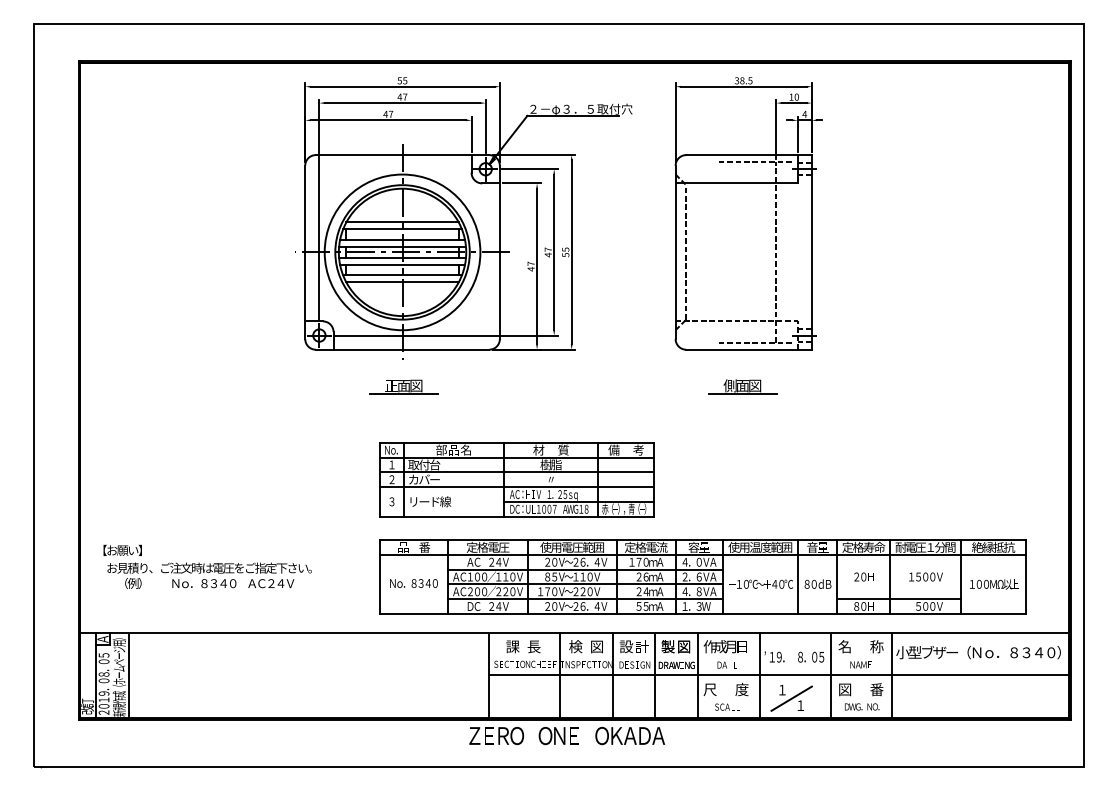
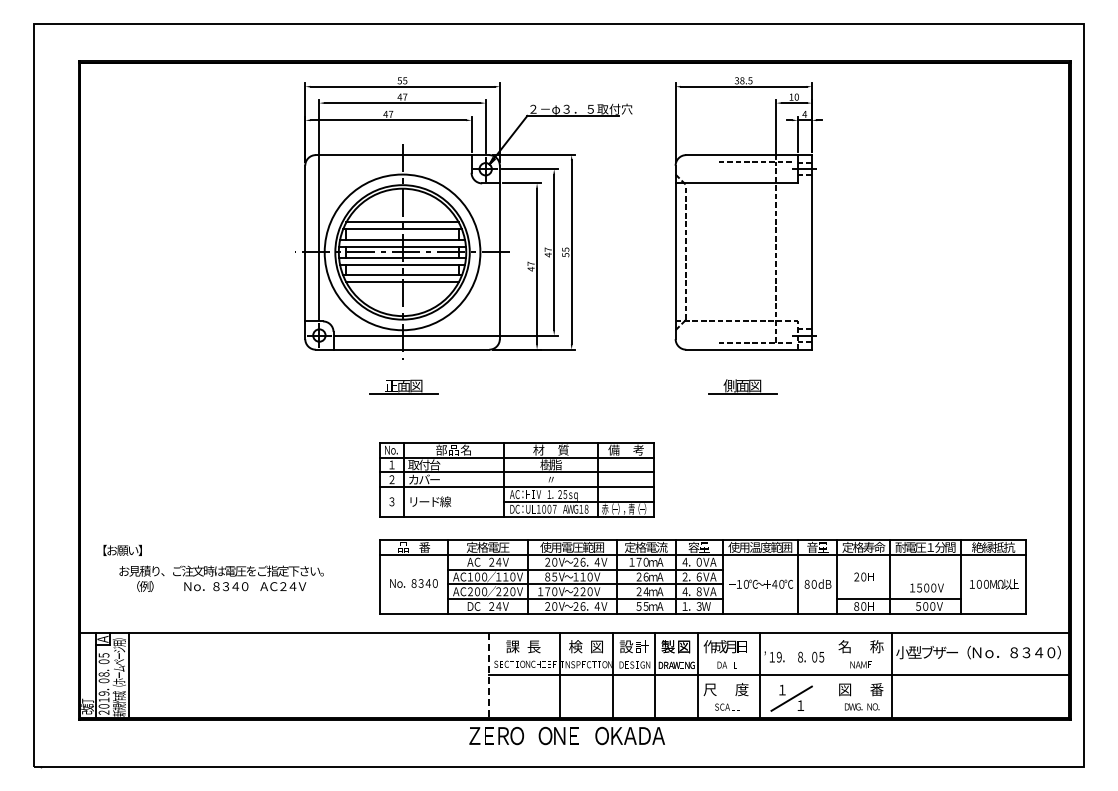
text at (209, 575) position: (209, 575) -> (221, 578)
text at (925, 576) position: (925, 576) -> (926, 587)
line at (830, 674): present -> none
line at (489, 675): solid -> dashed
